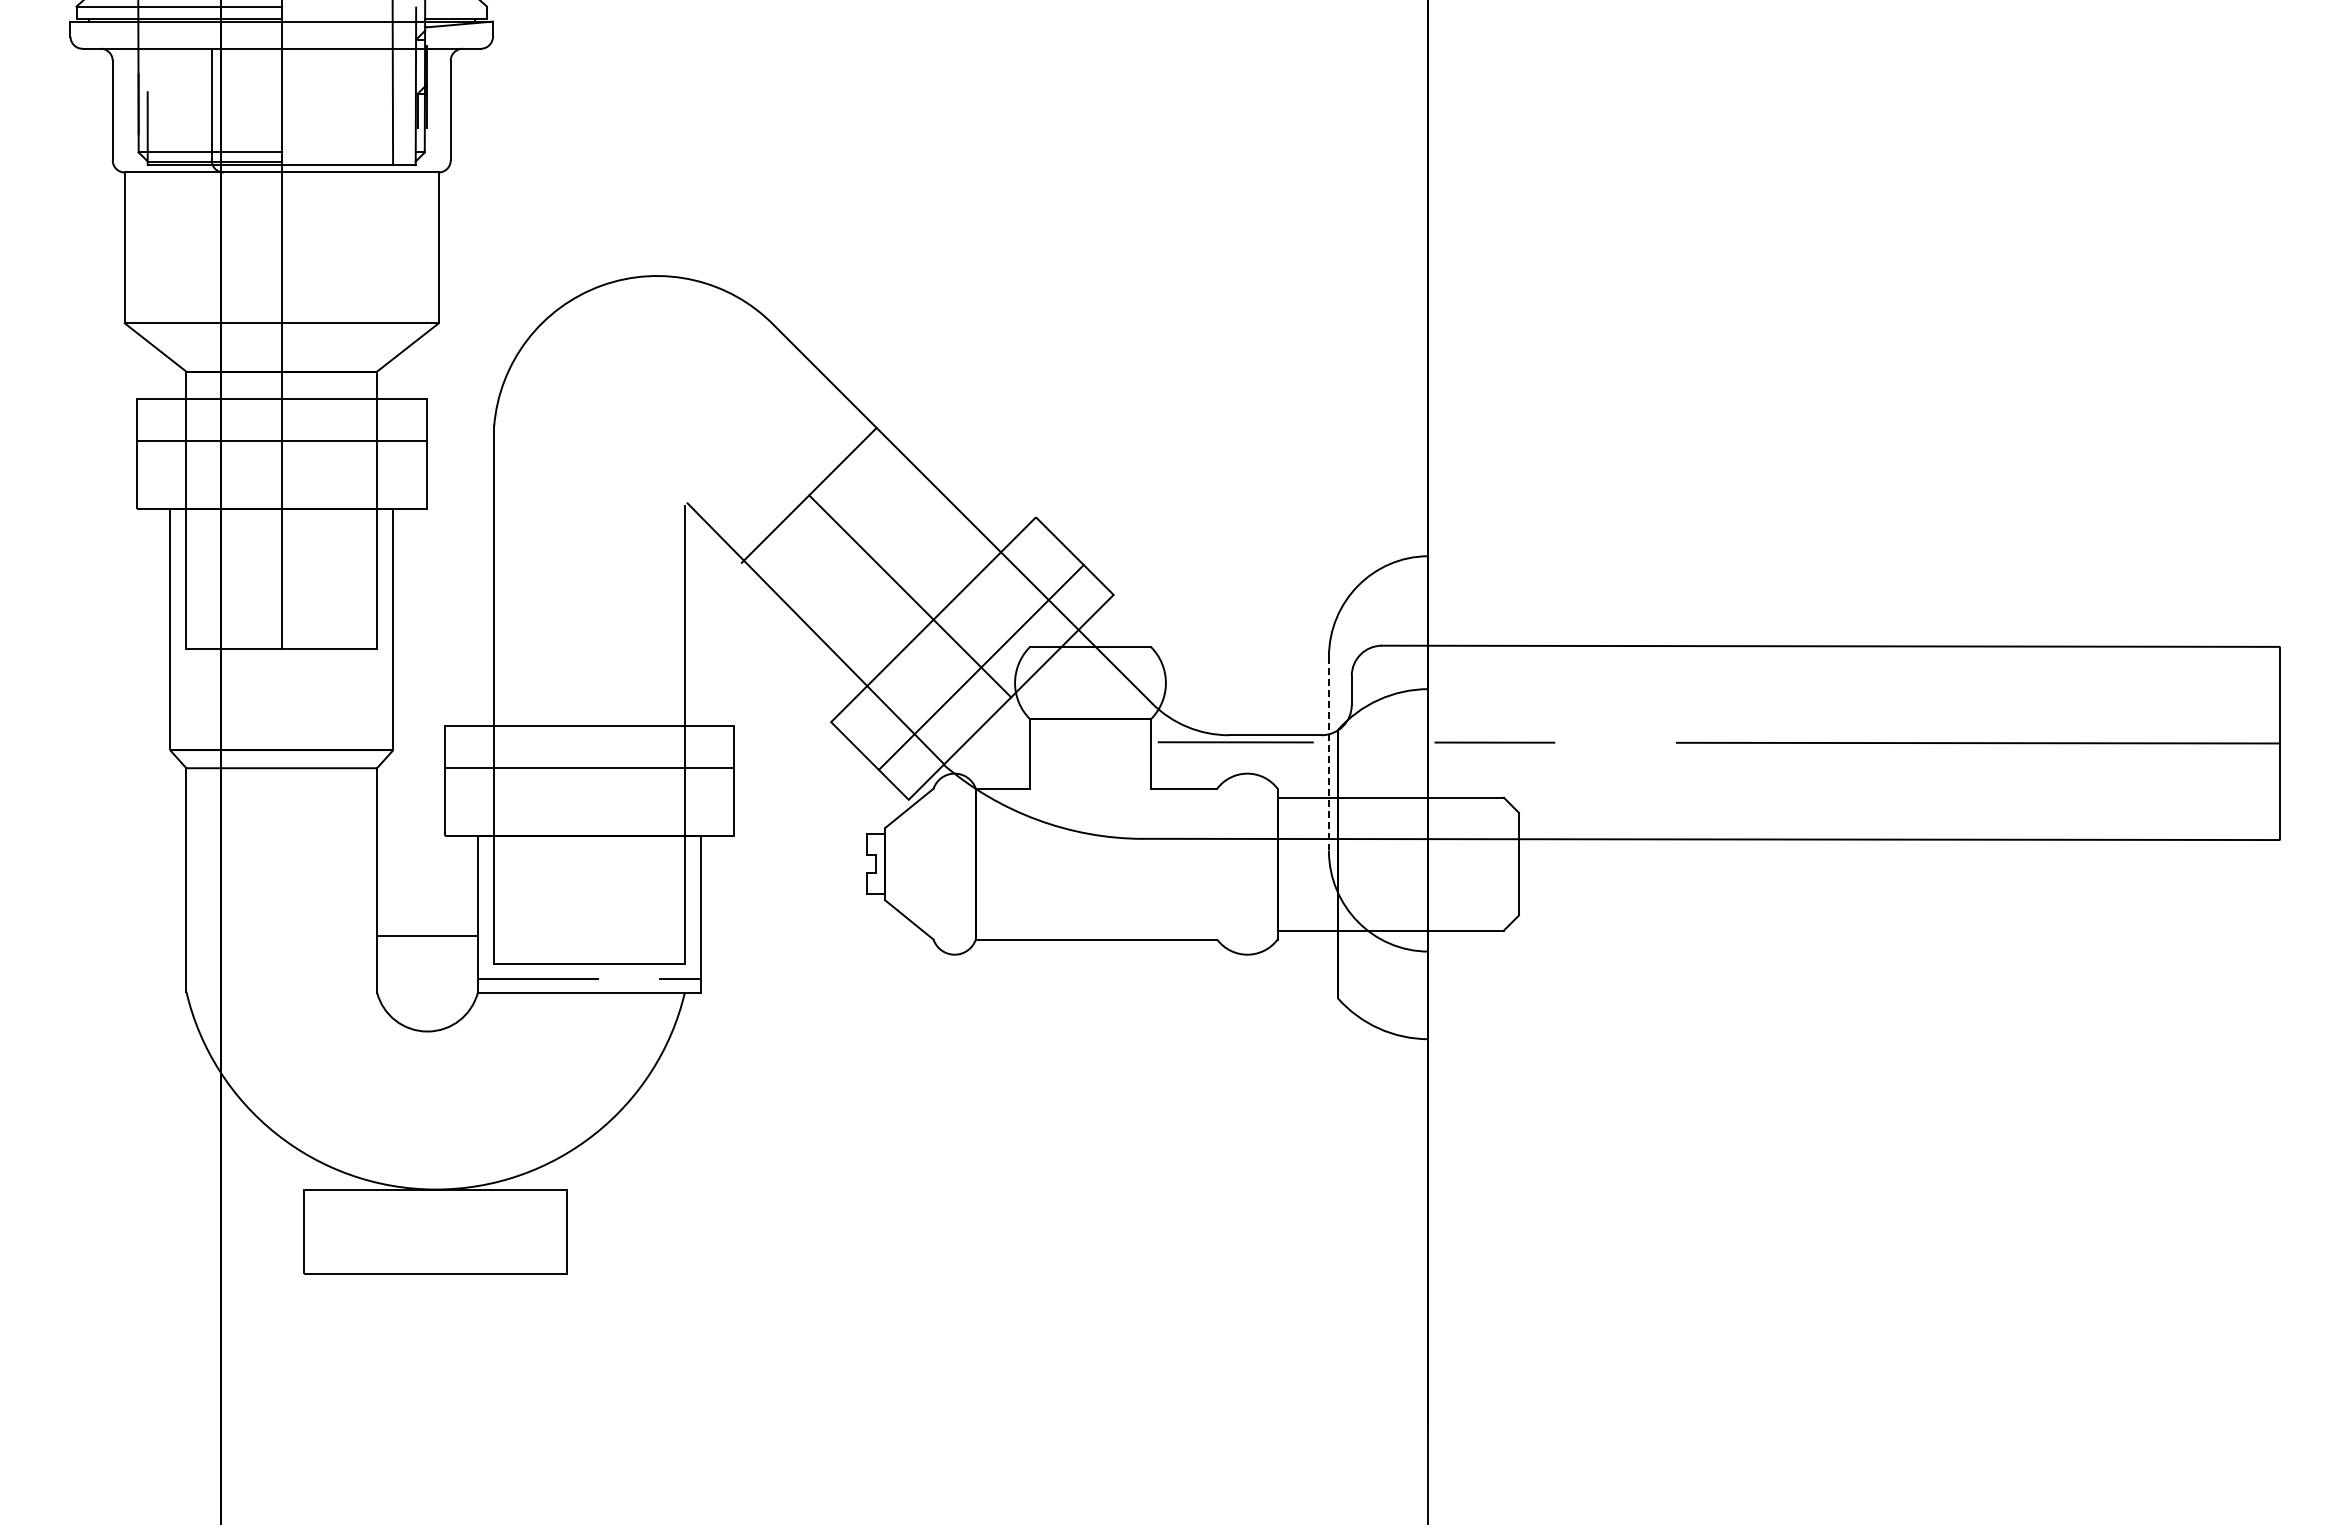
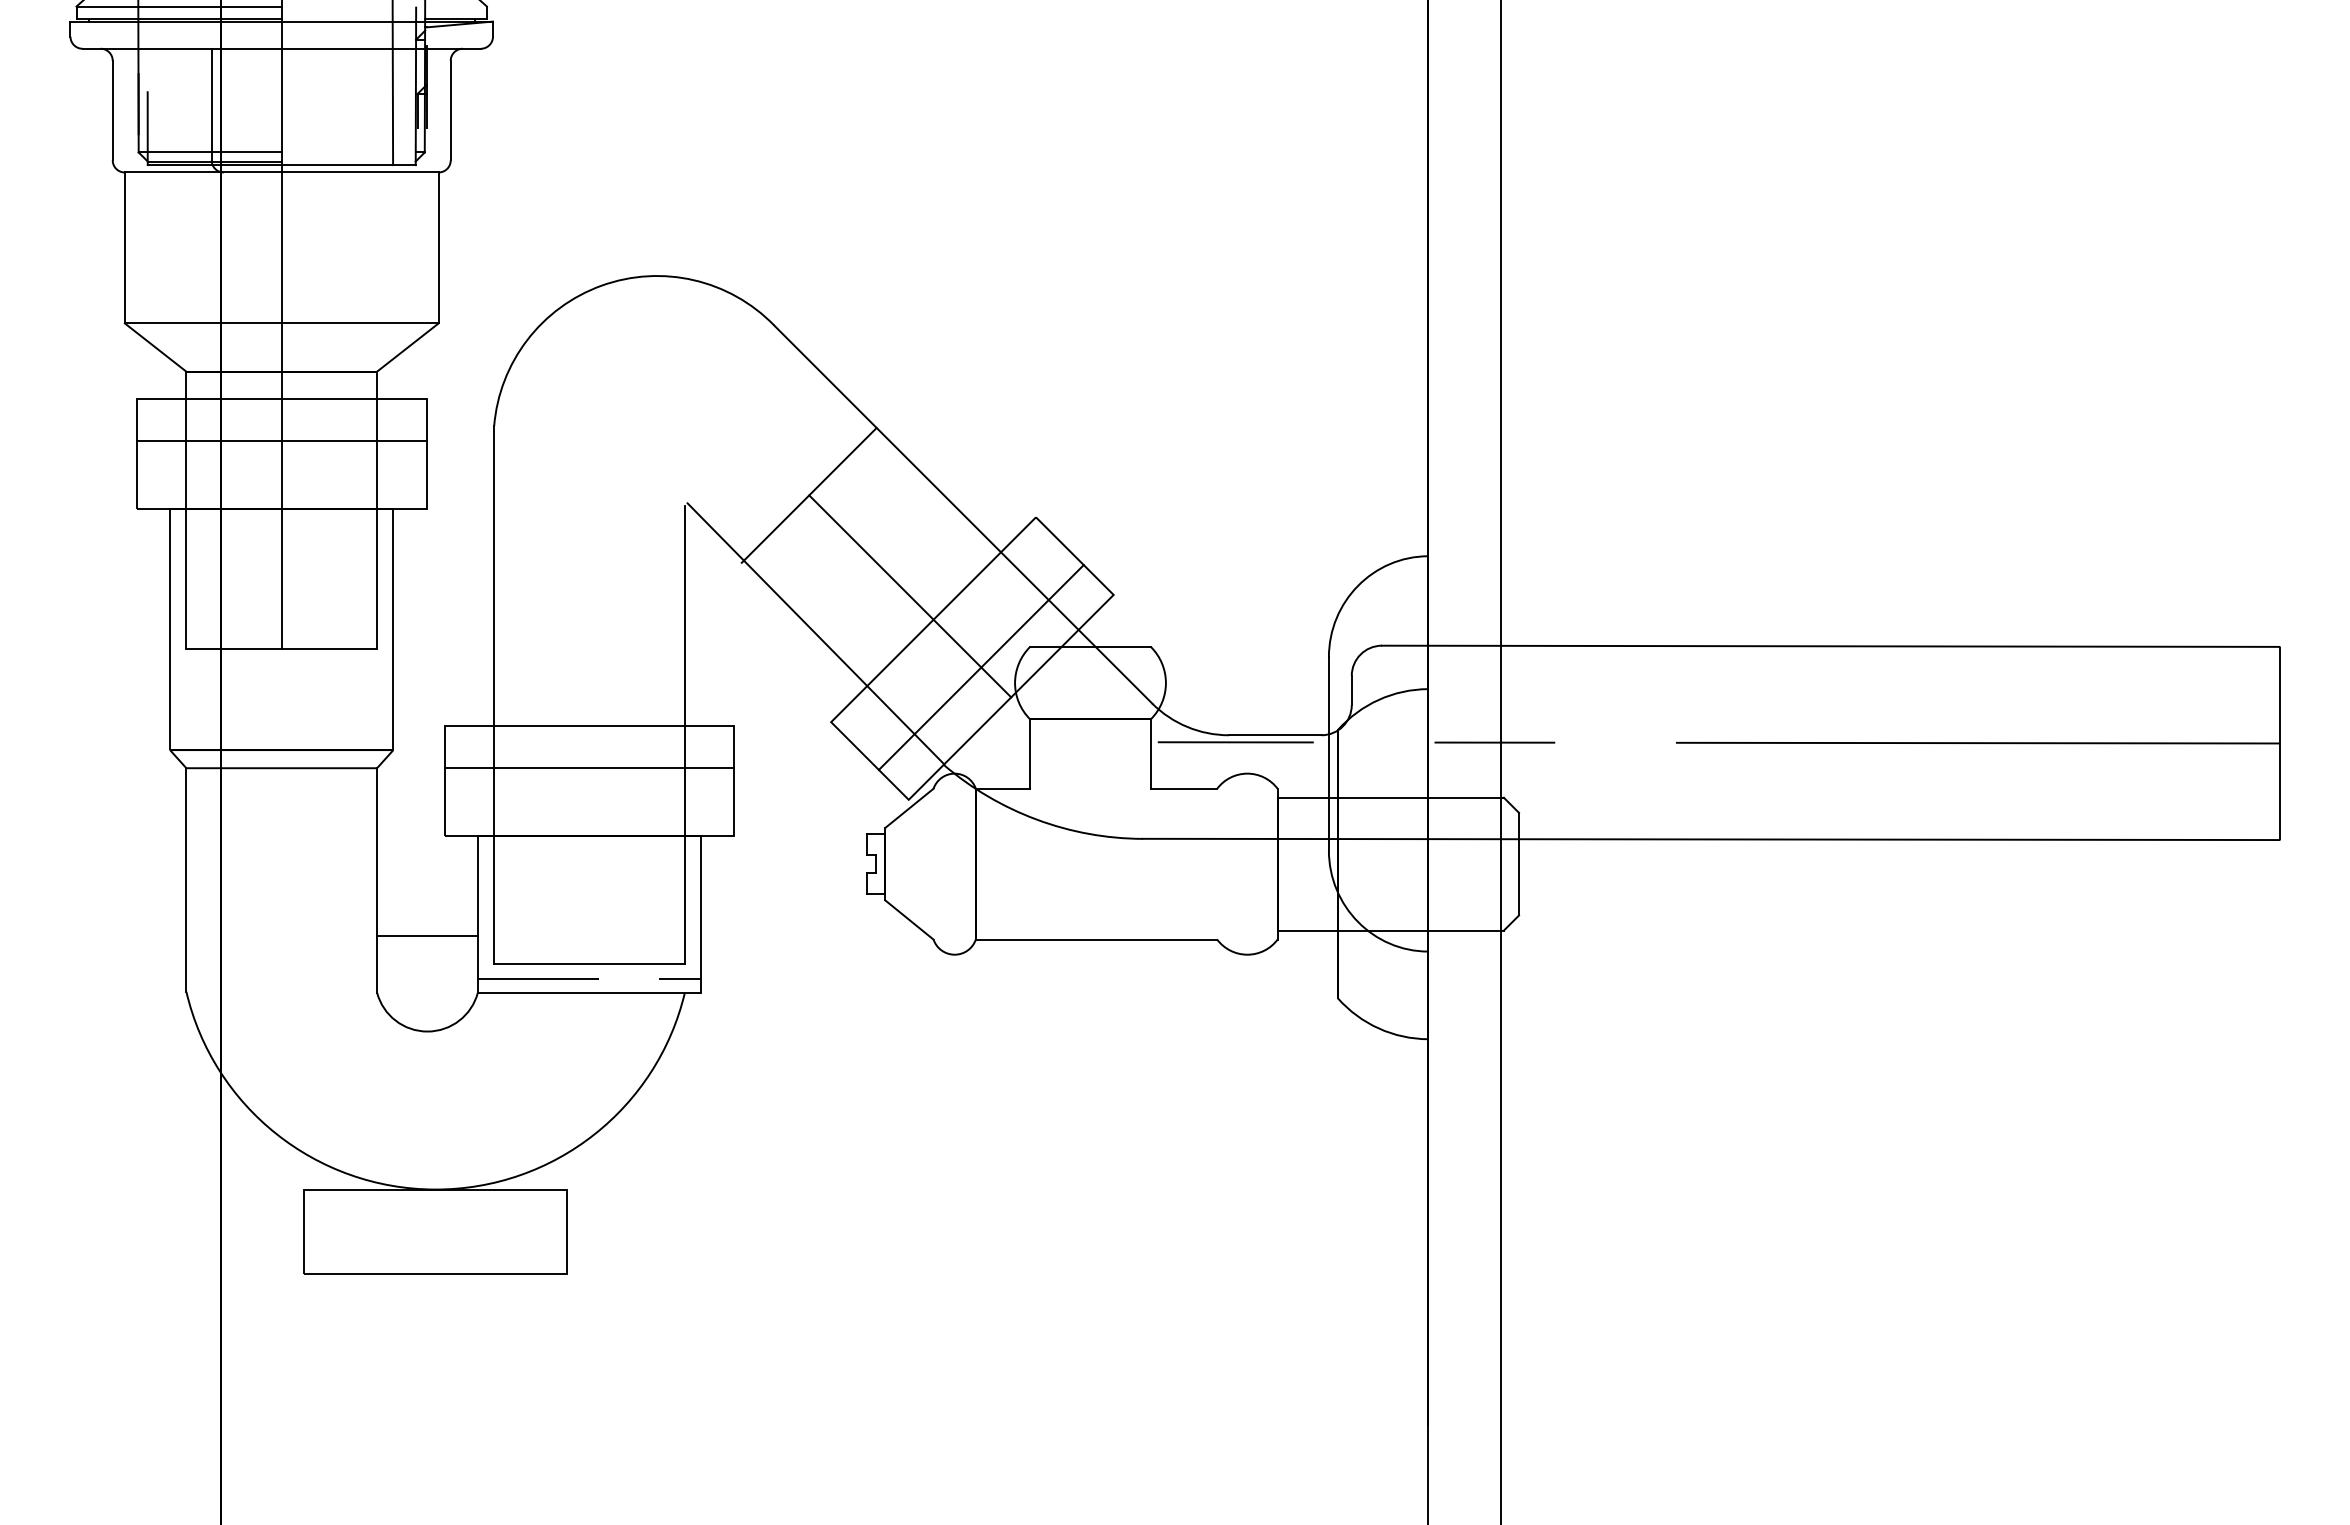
line at (1328, 753): dashed -> solid
line at (1500, 761): none -> present
